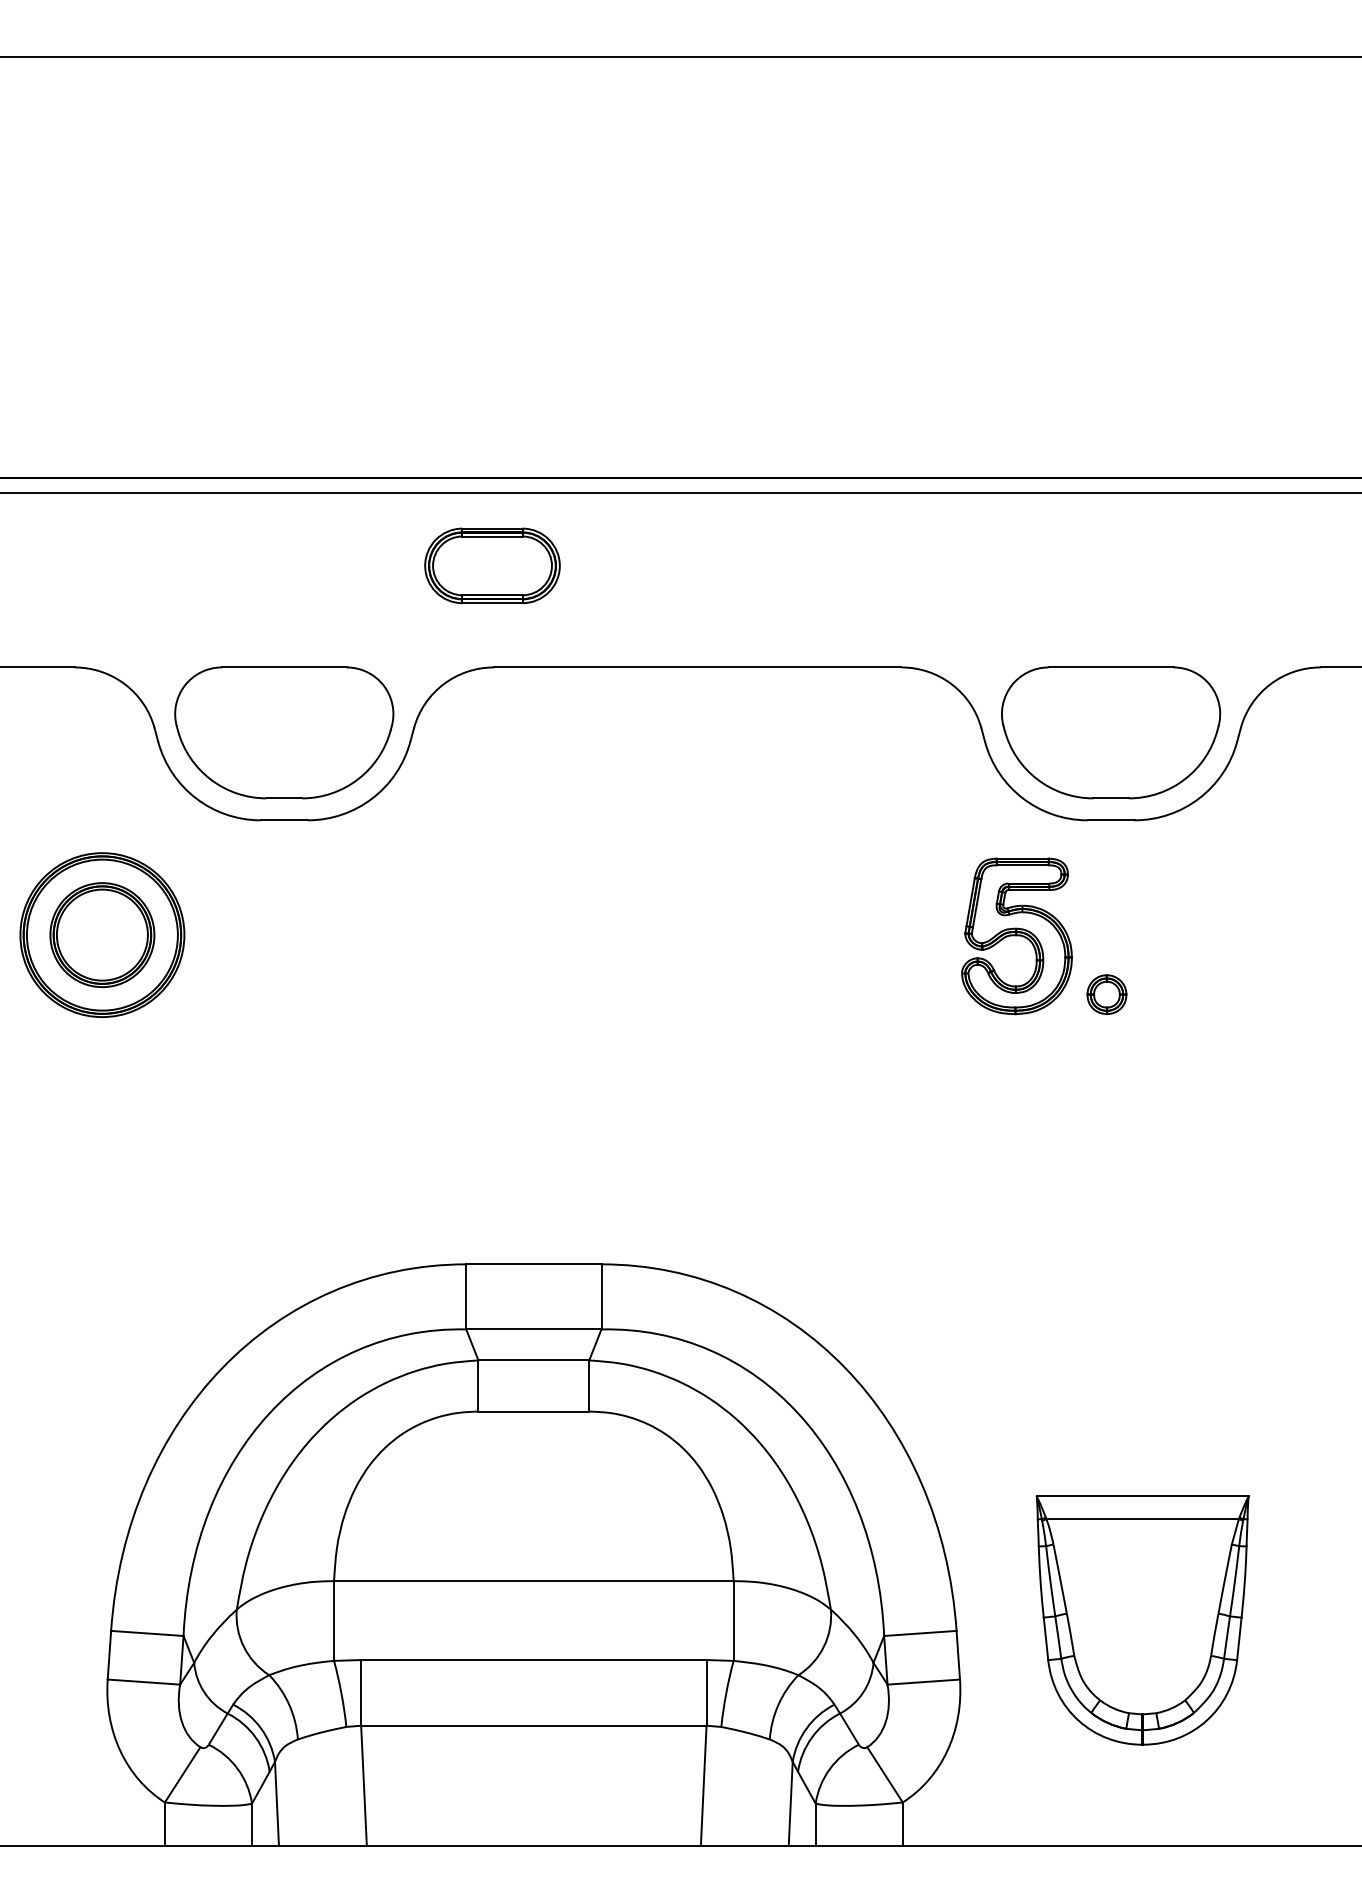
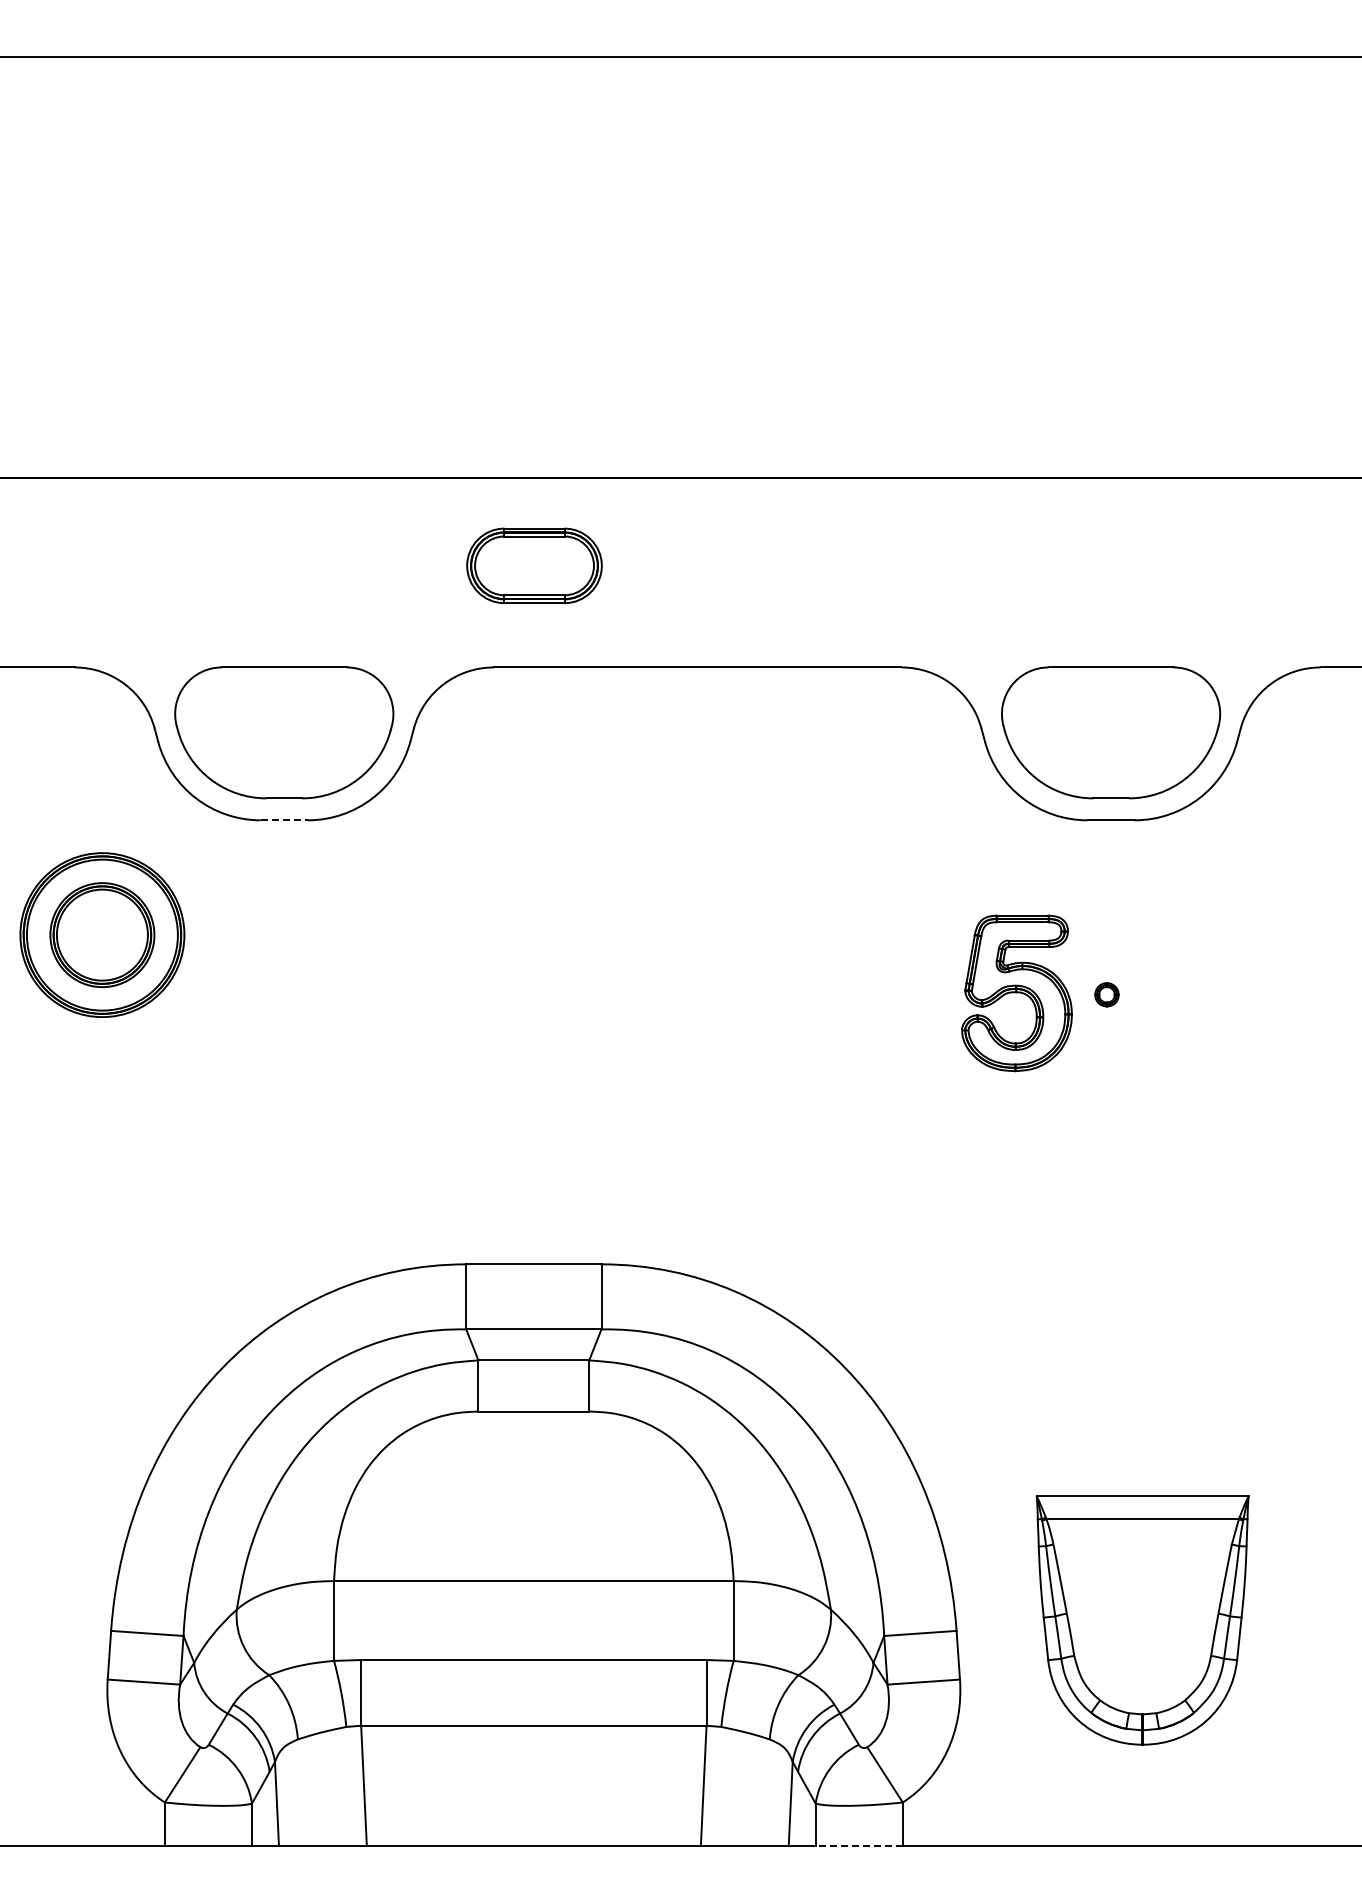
line at (680, 493): present -> none
part at (492, 565) position: (492, 565) -> (534, 565)
line at (284, 820): solid -> dashed
part at (1016, 936) position: (1016, 936) -> (1016, 993)
part at (1106, 994) size: 42x42 px -> 26x26 px
line at (859, 1845): solid -> dashed
